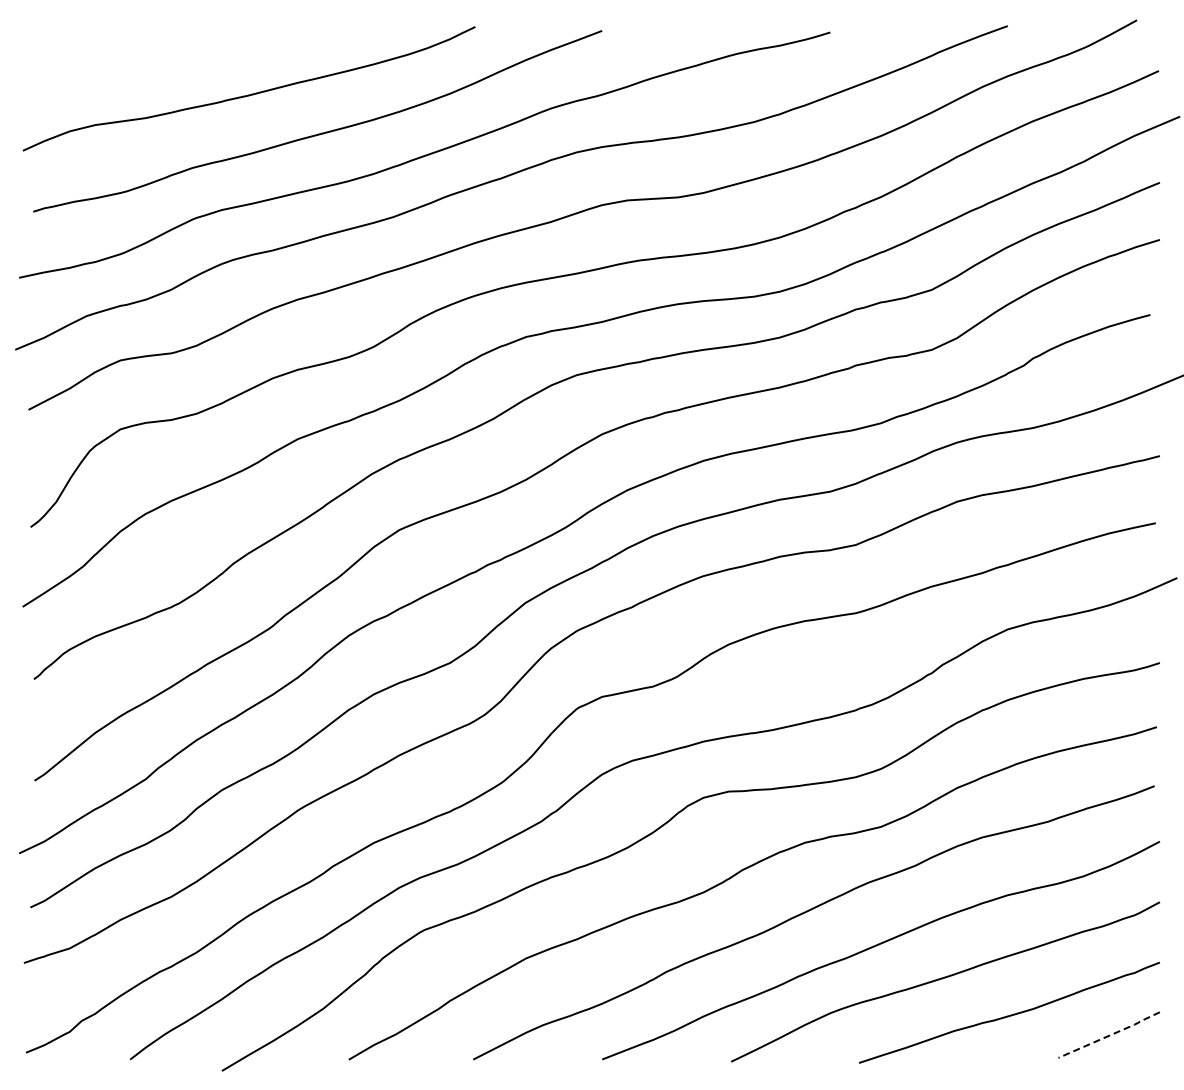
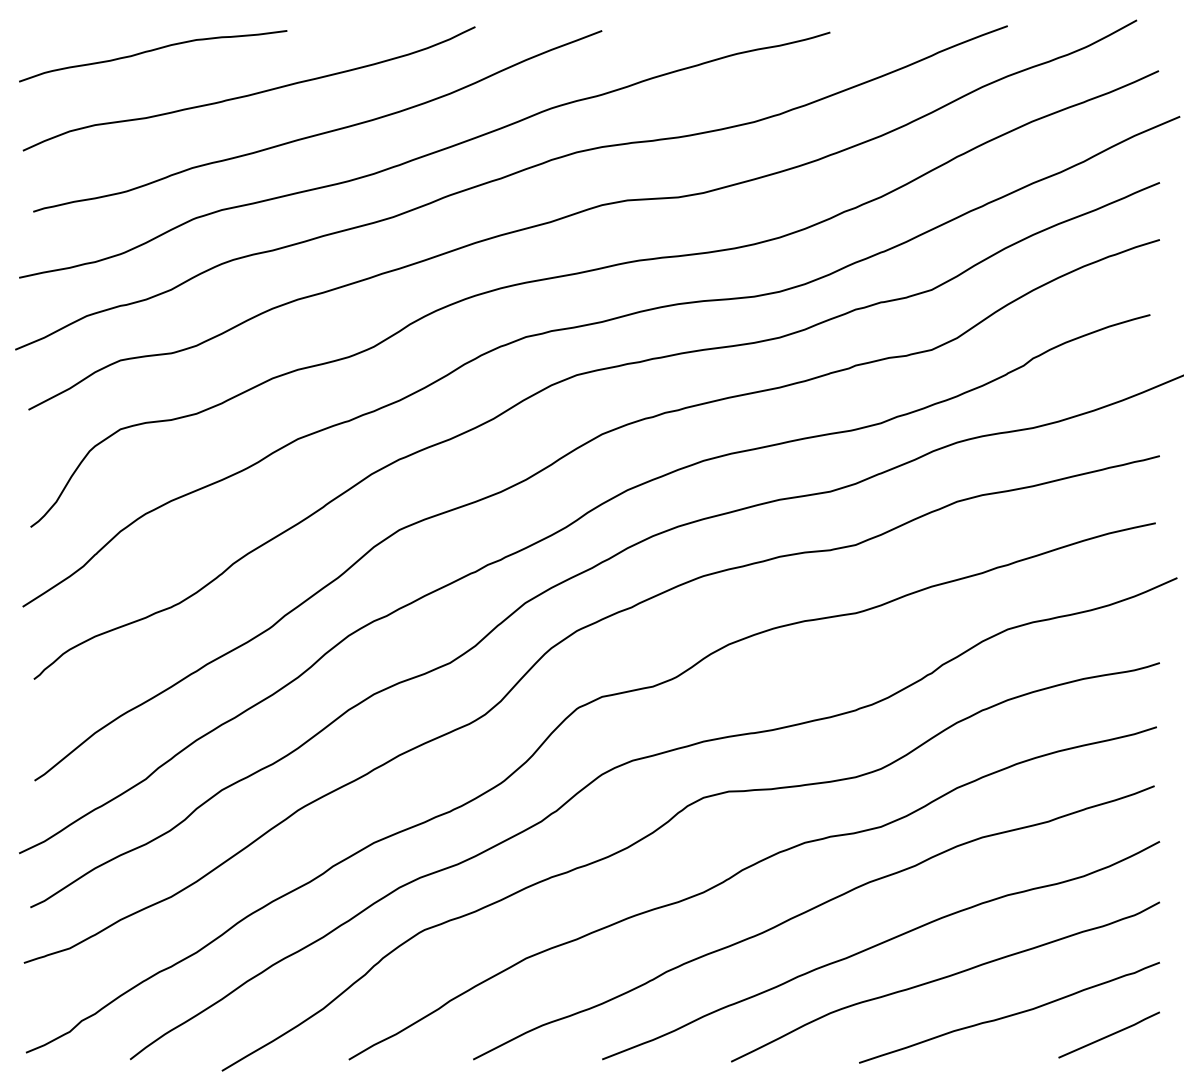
curve at (152, 51): none -> present
line at (1110, 1035): dashed -> solid
